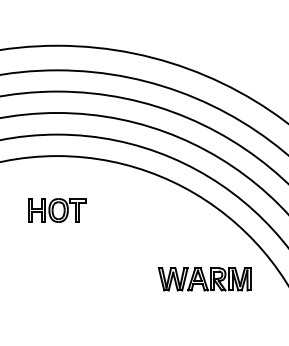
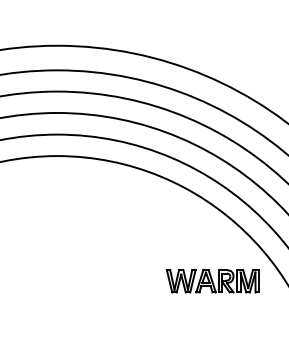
part at (57, 210): present -> none
part at (204, 279) position: (204, 279) -> (212, 281)
